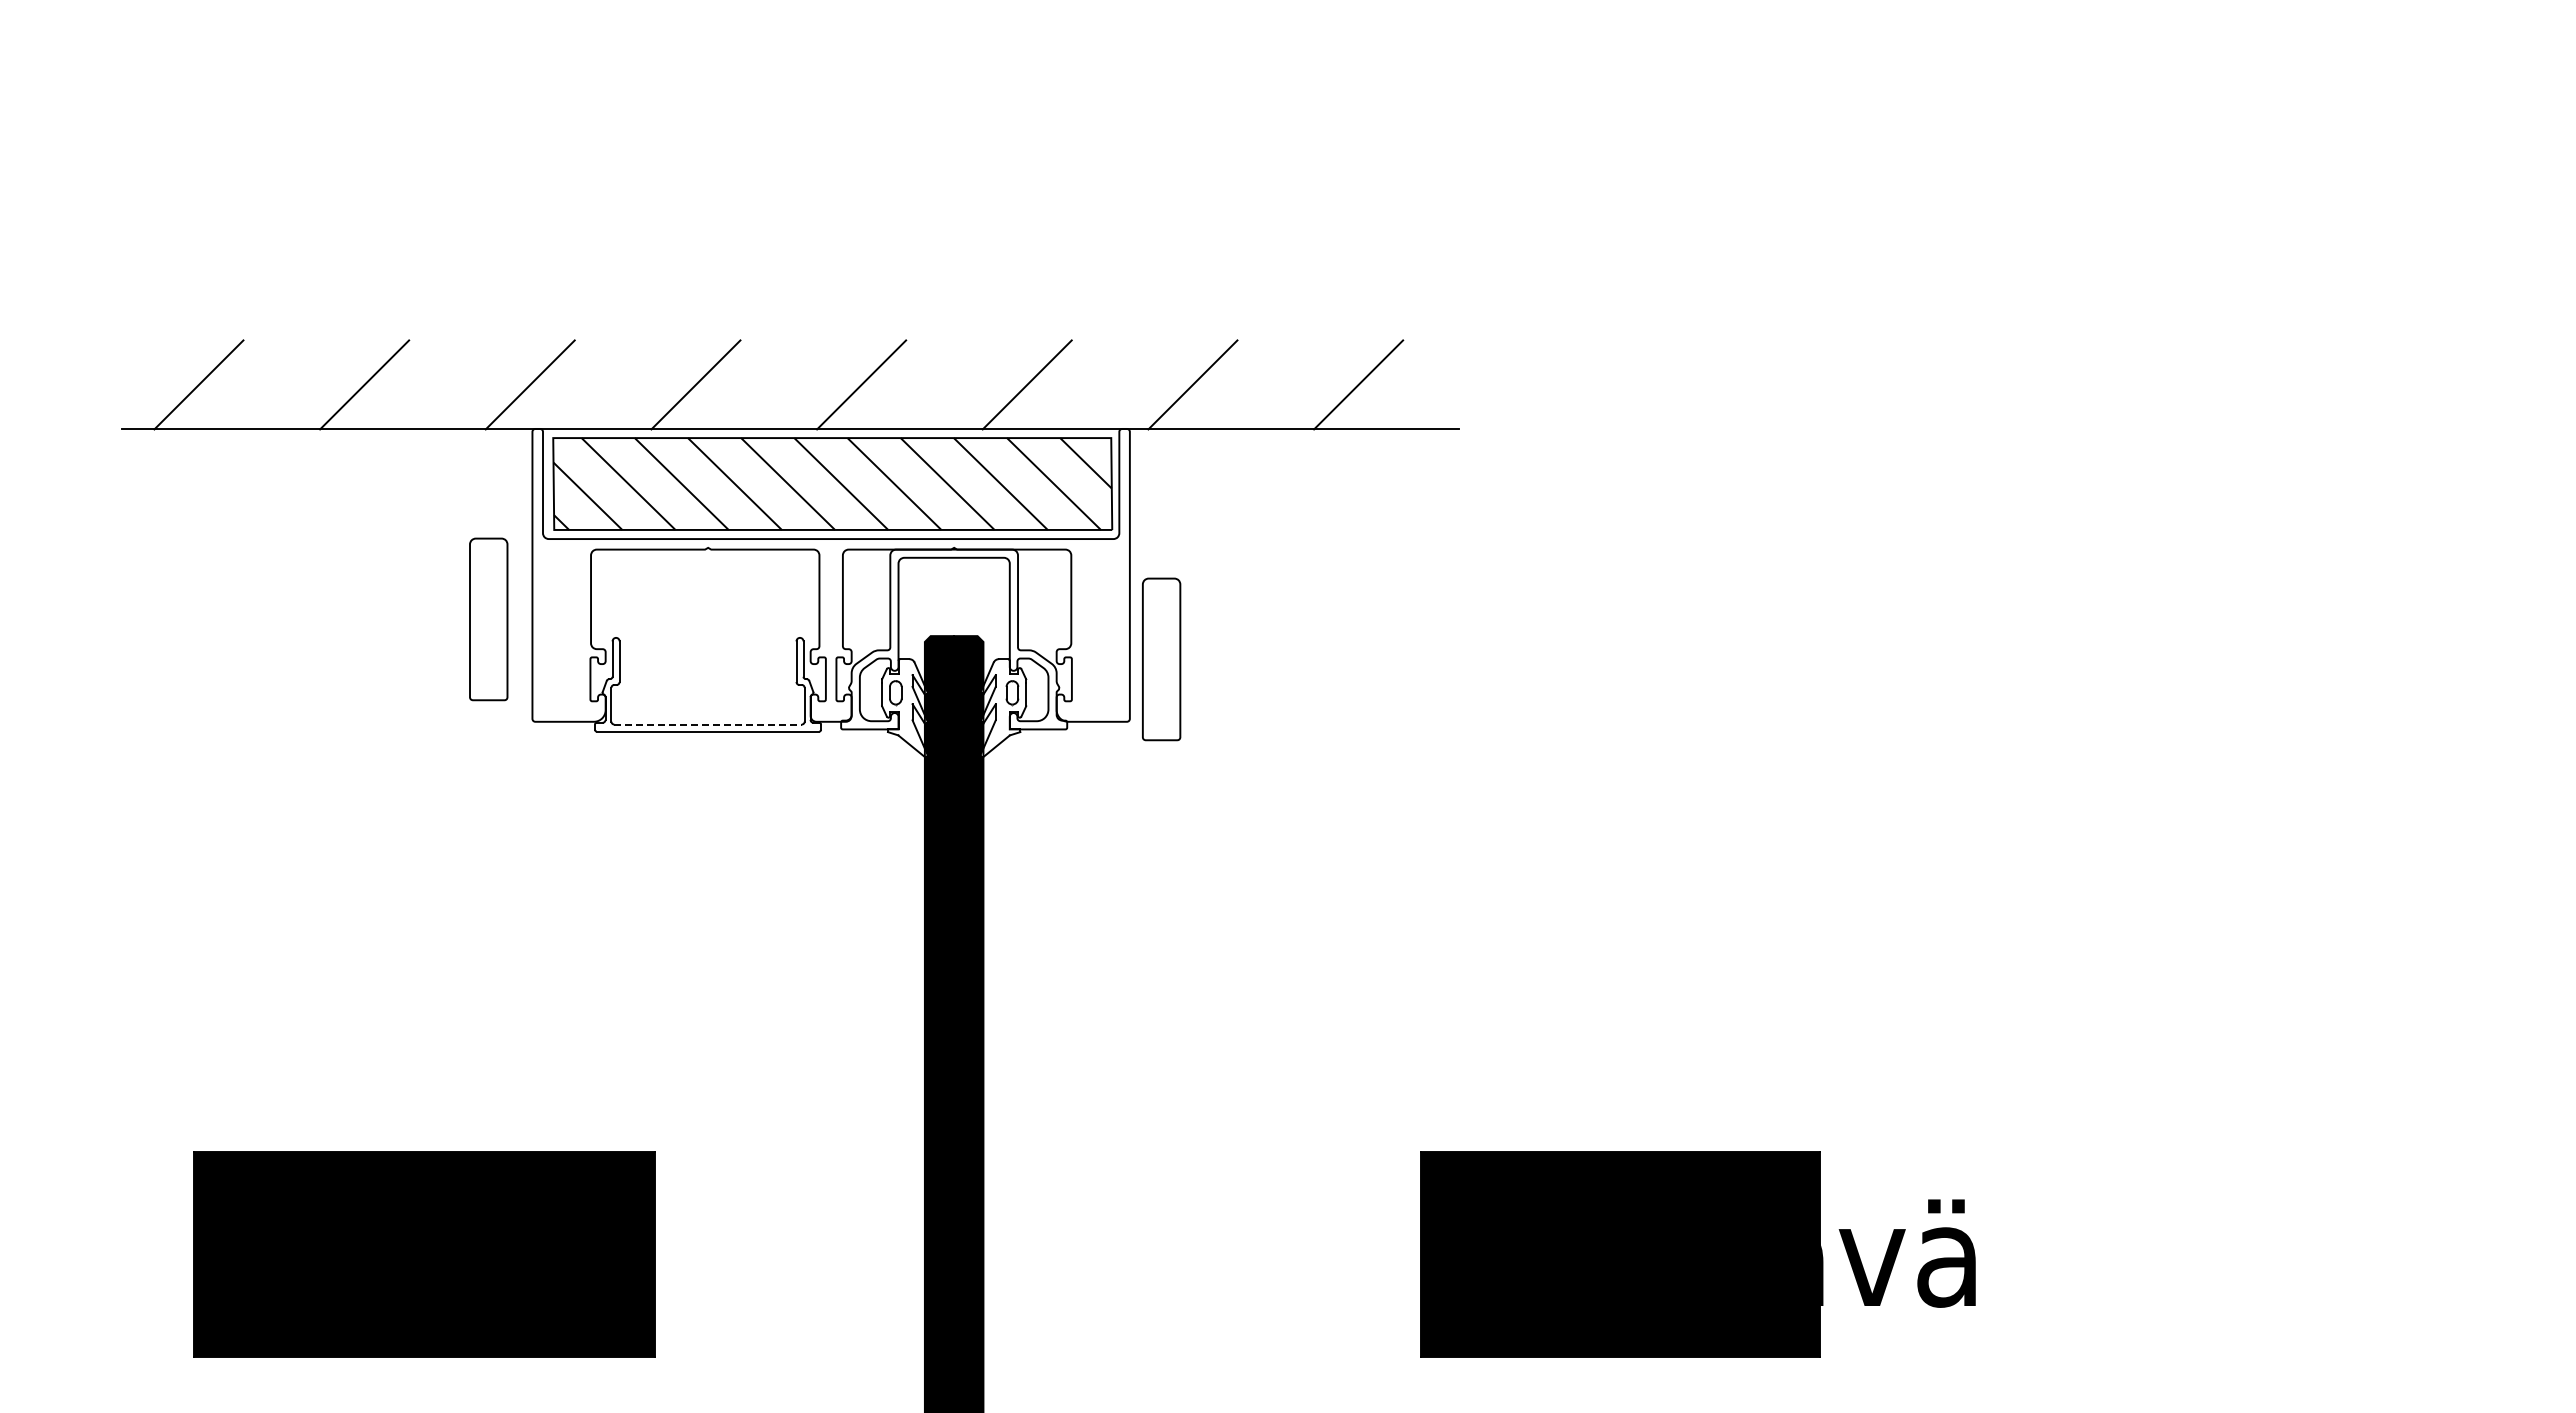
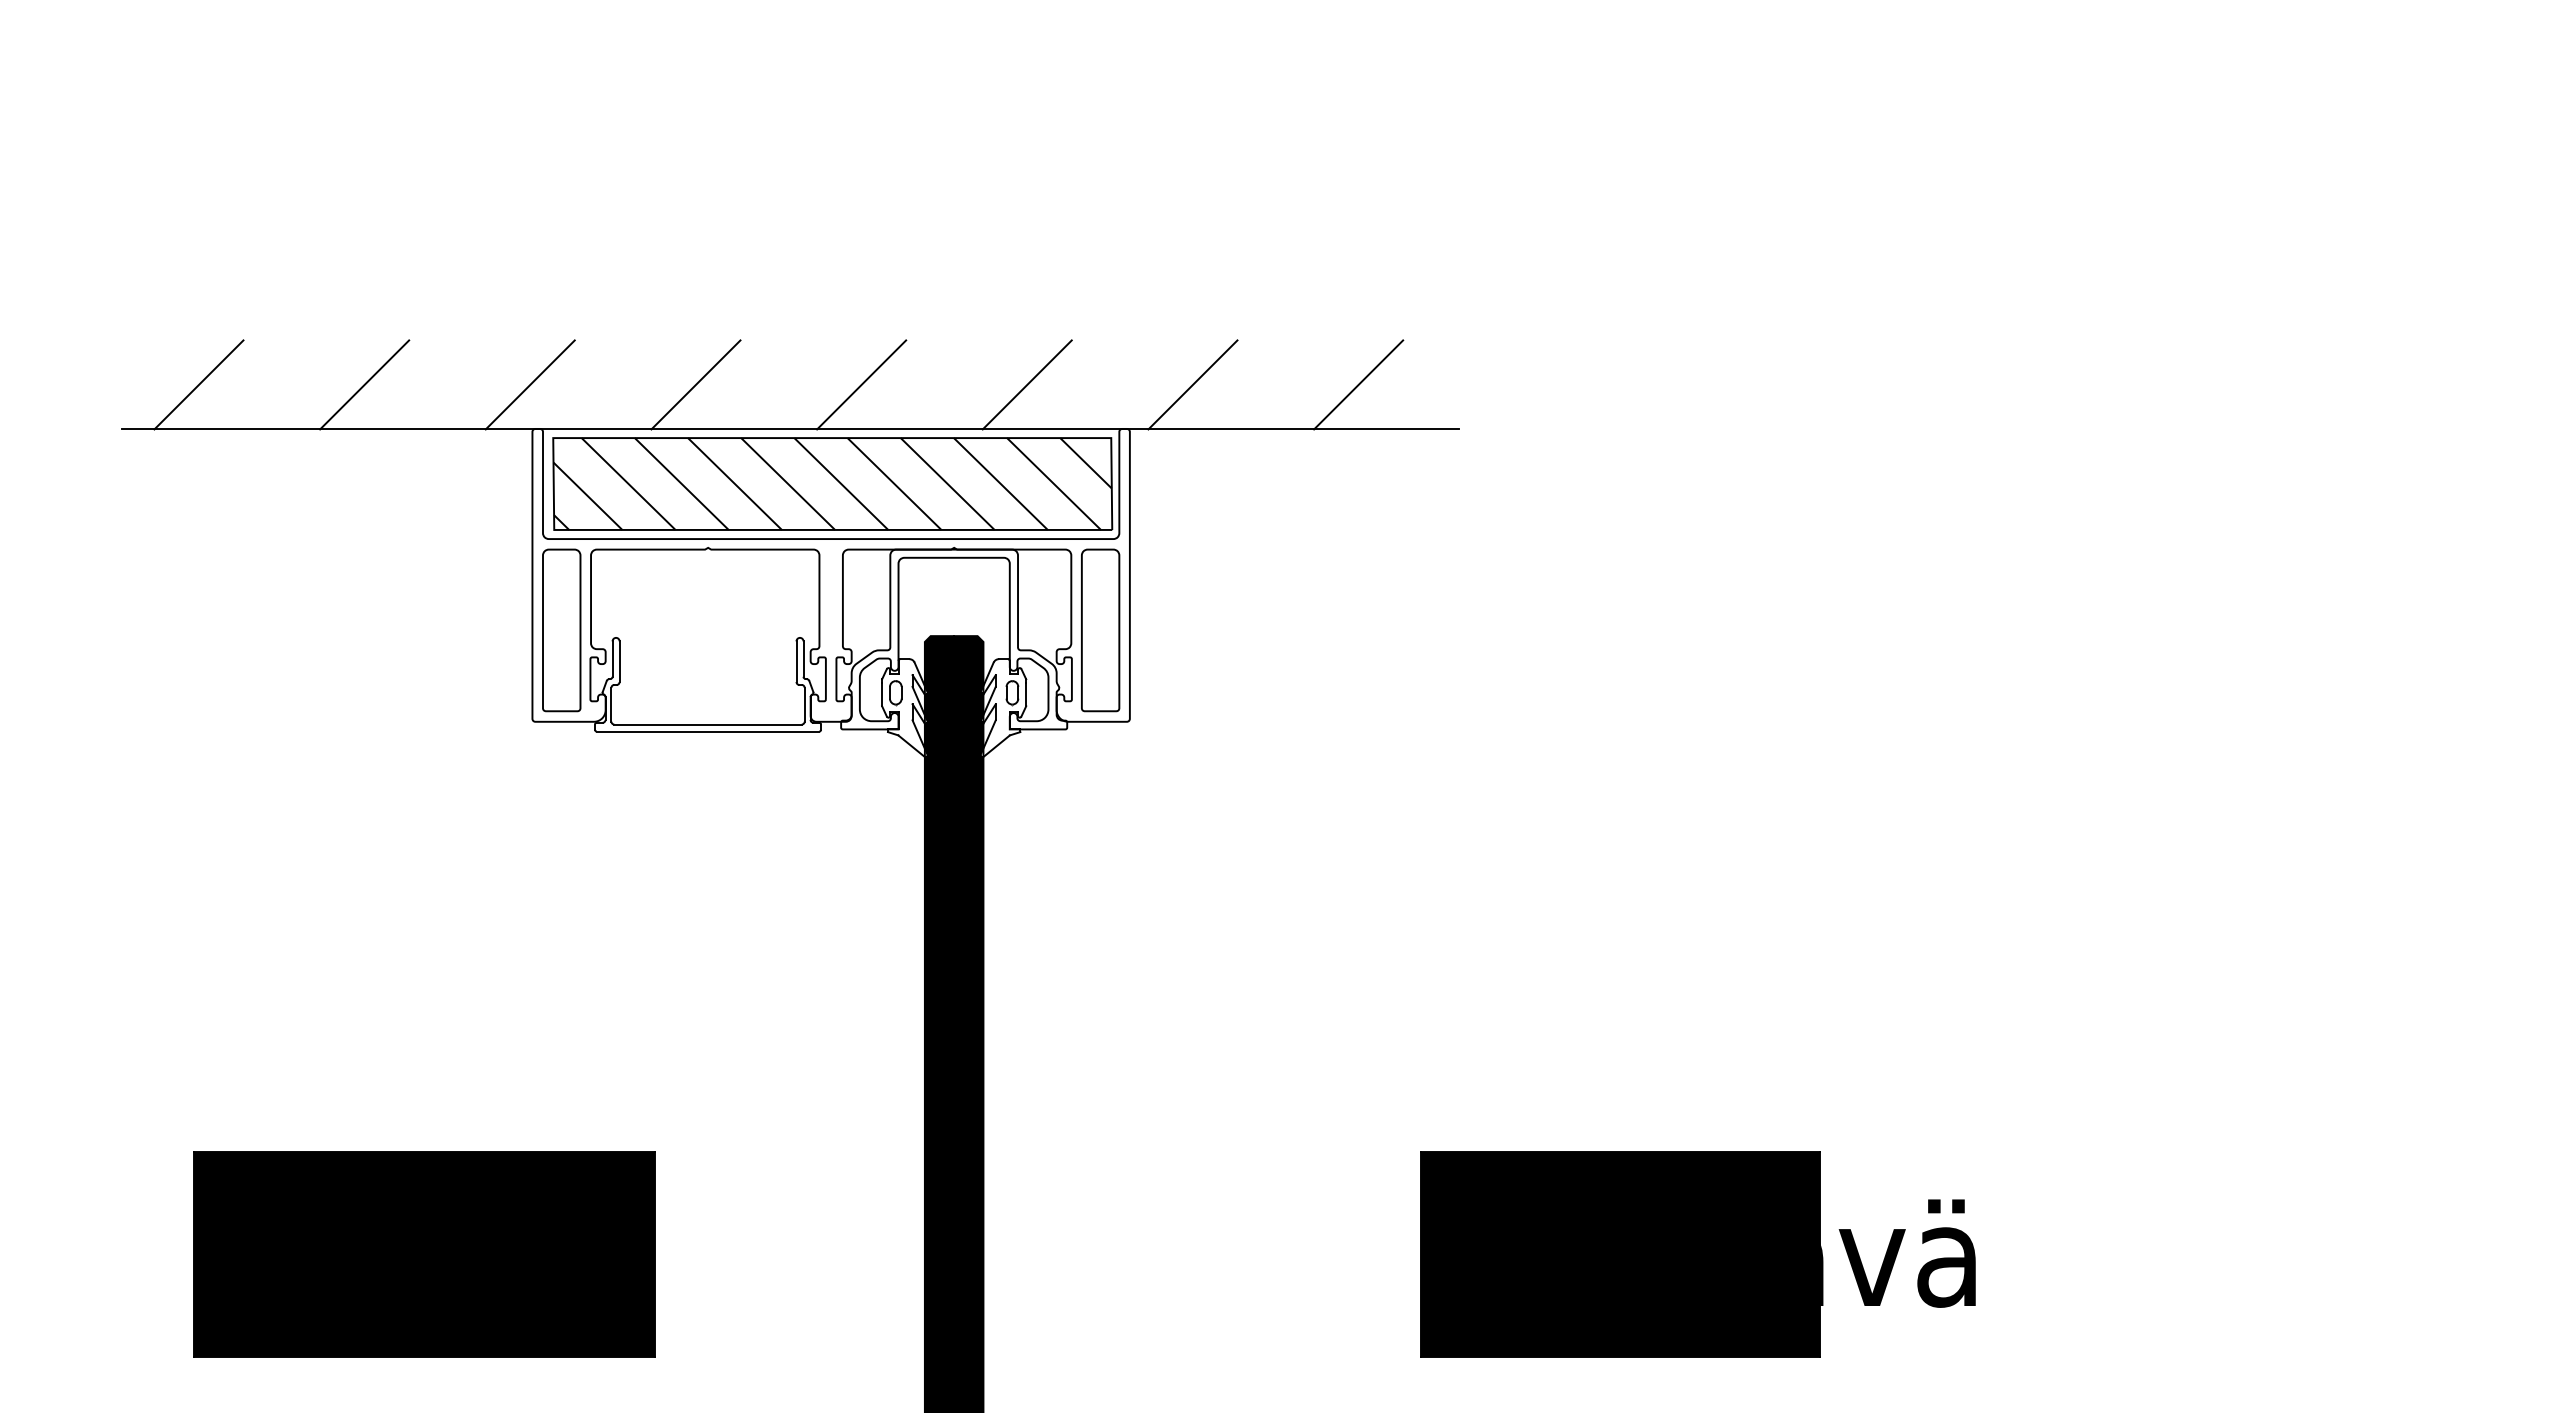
part at (488, 619) position: (488, 619) -> (561, 630)
part at (1161, 659) position: (1161, 659) -> (1100, 630)
line at (708, 724): dashed -> solid
